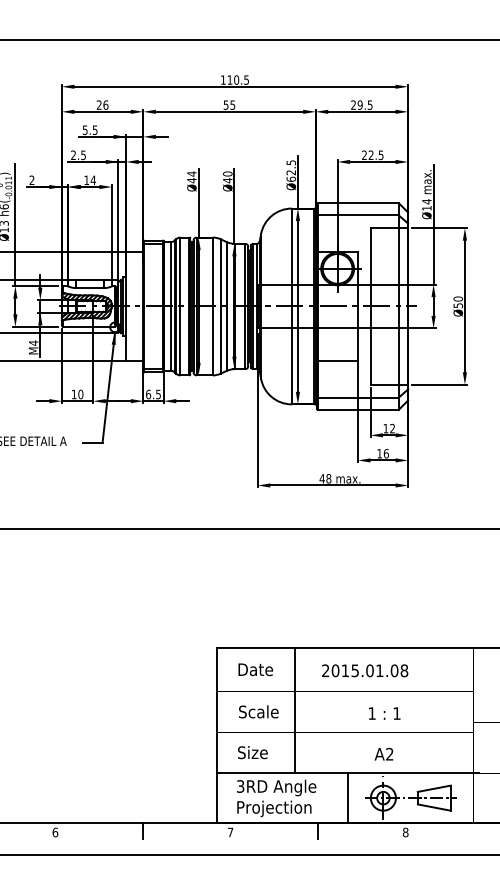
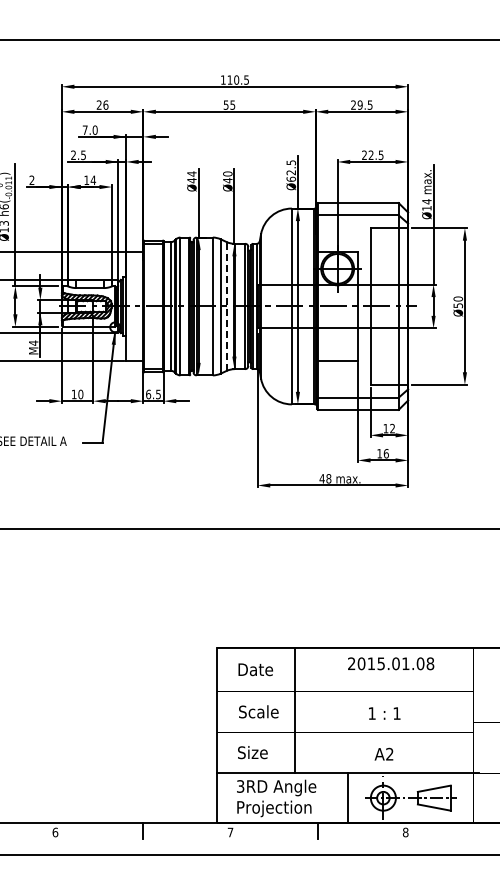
text at (89, 129): 5.5 -> 7.0
line at (226, 305): solid -> dashed
text at (365, 670) position: (365, 670) -> (391, 663)
